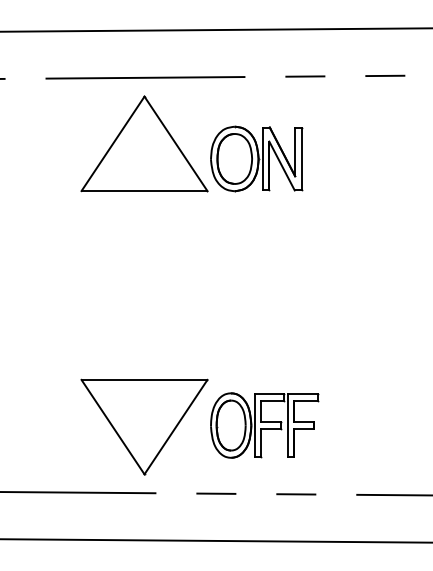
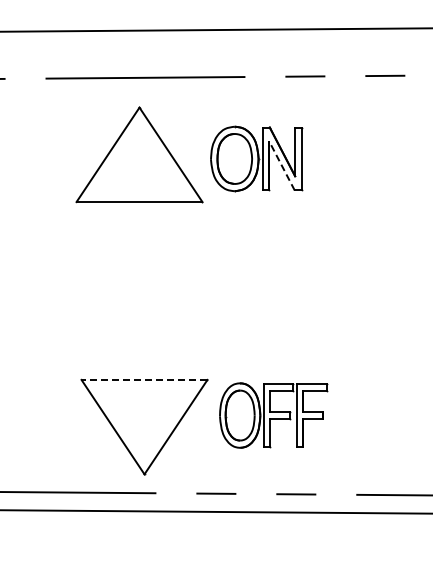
part at (144, 143) position: (144, 143) -> (139, 154)
line at (282, 166): solid -> dashed
line at (144, 379): solid -> dashed
part at (264, 425) position: (264, 425) -> (273, 415)
line at (215, 540) position: (215, 540) -> (215, 511)
